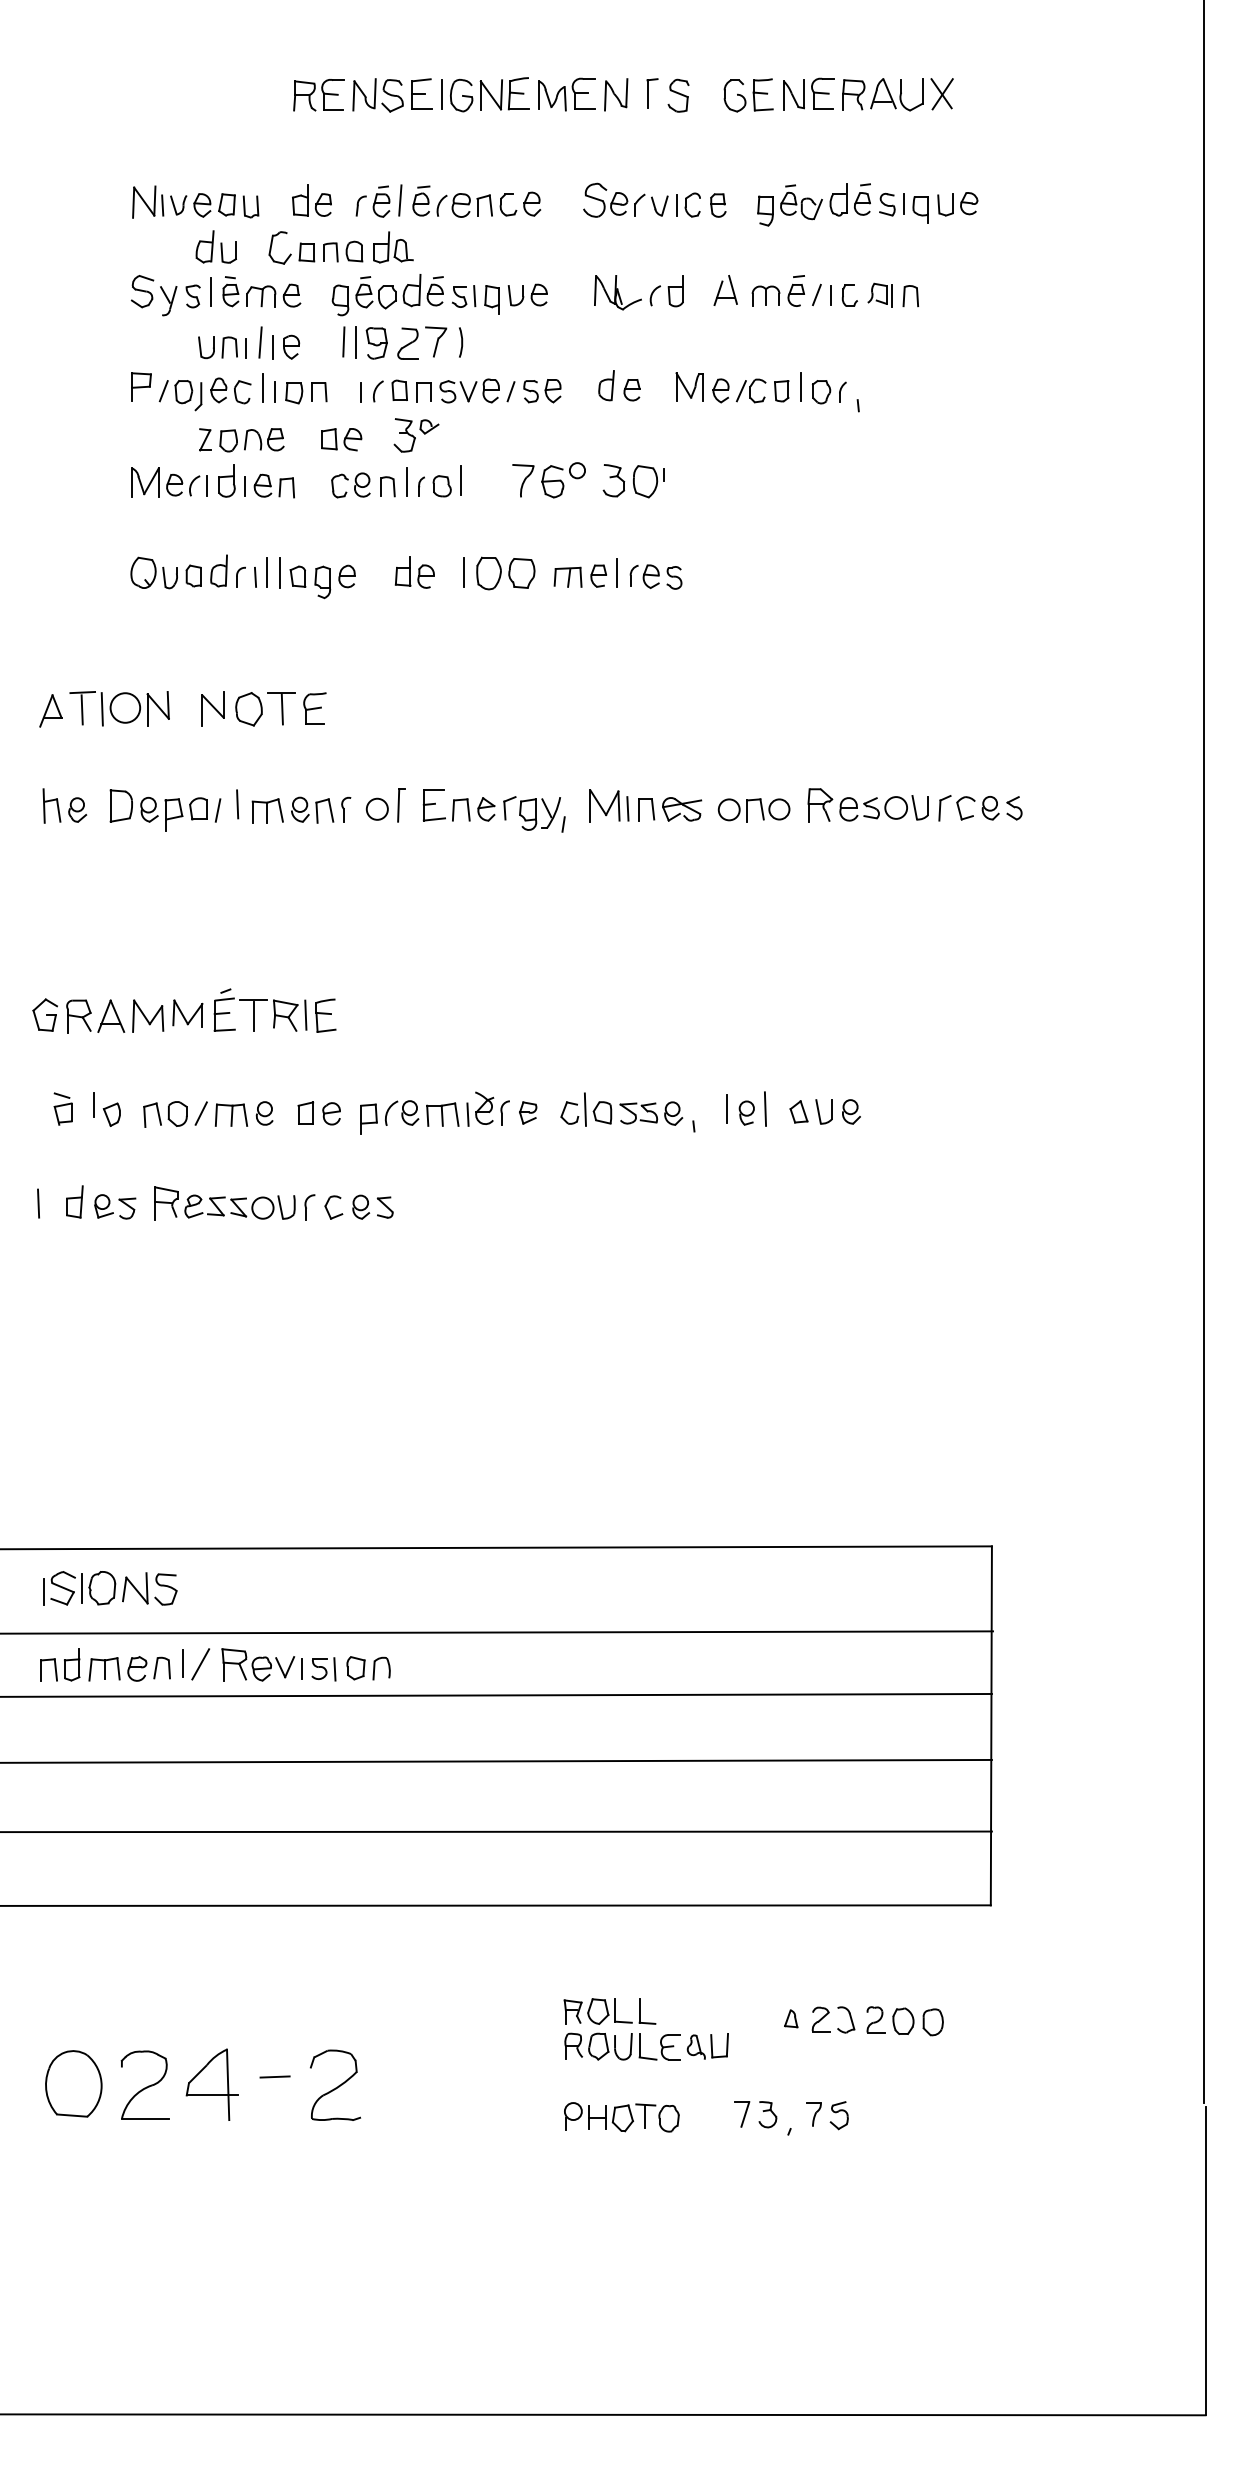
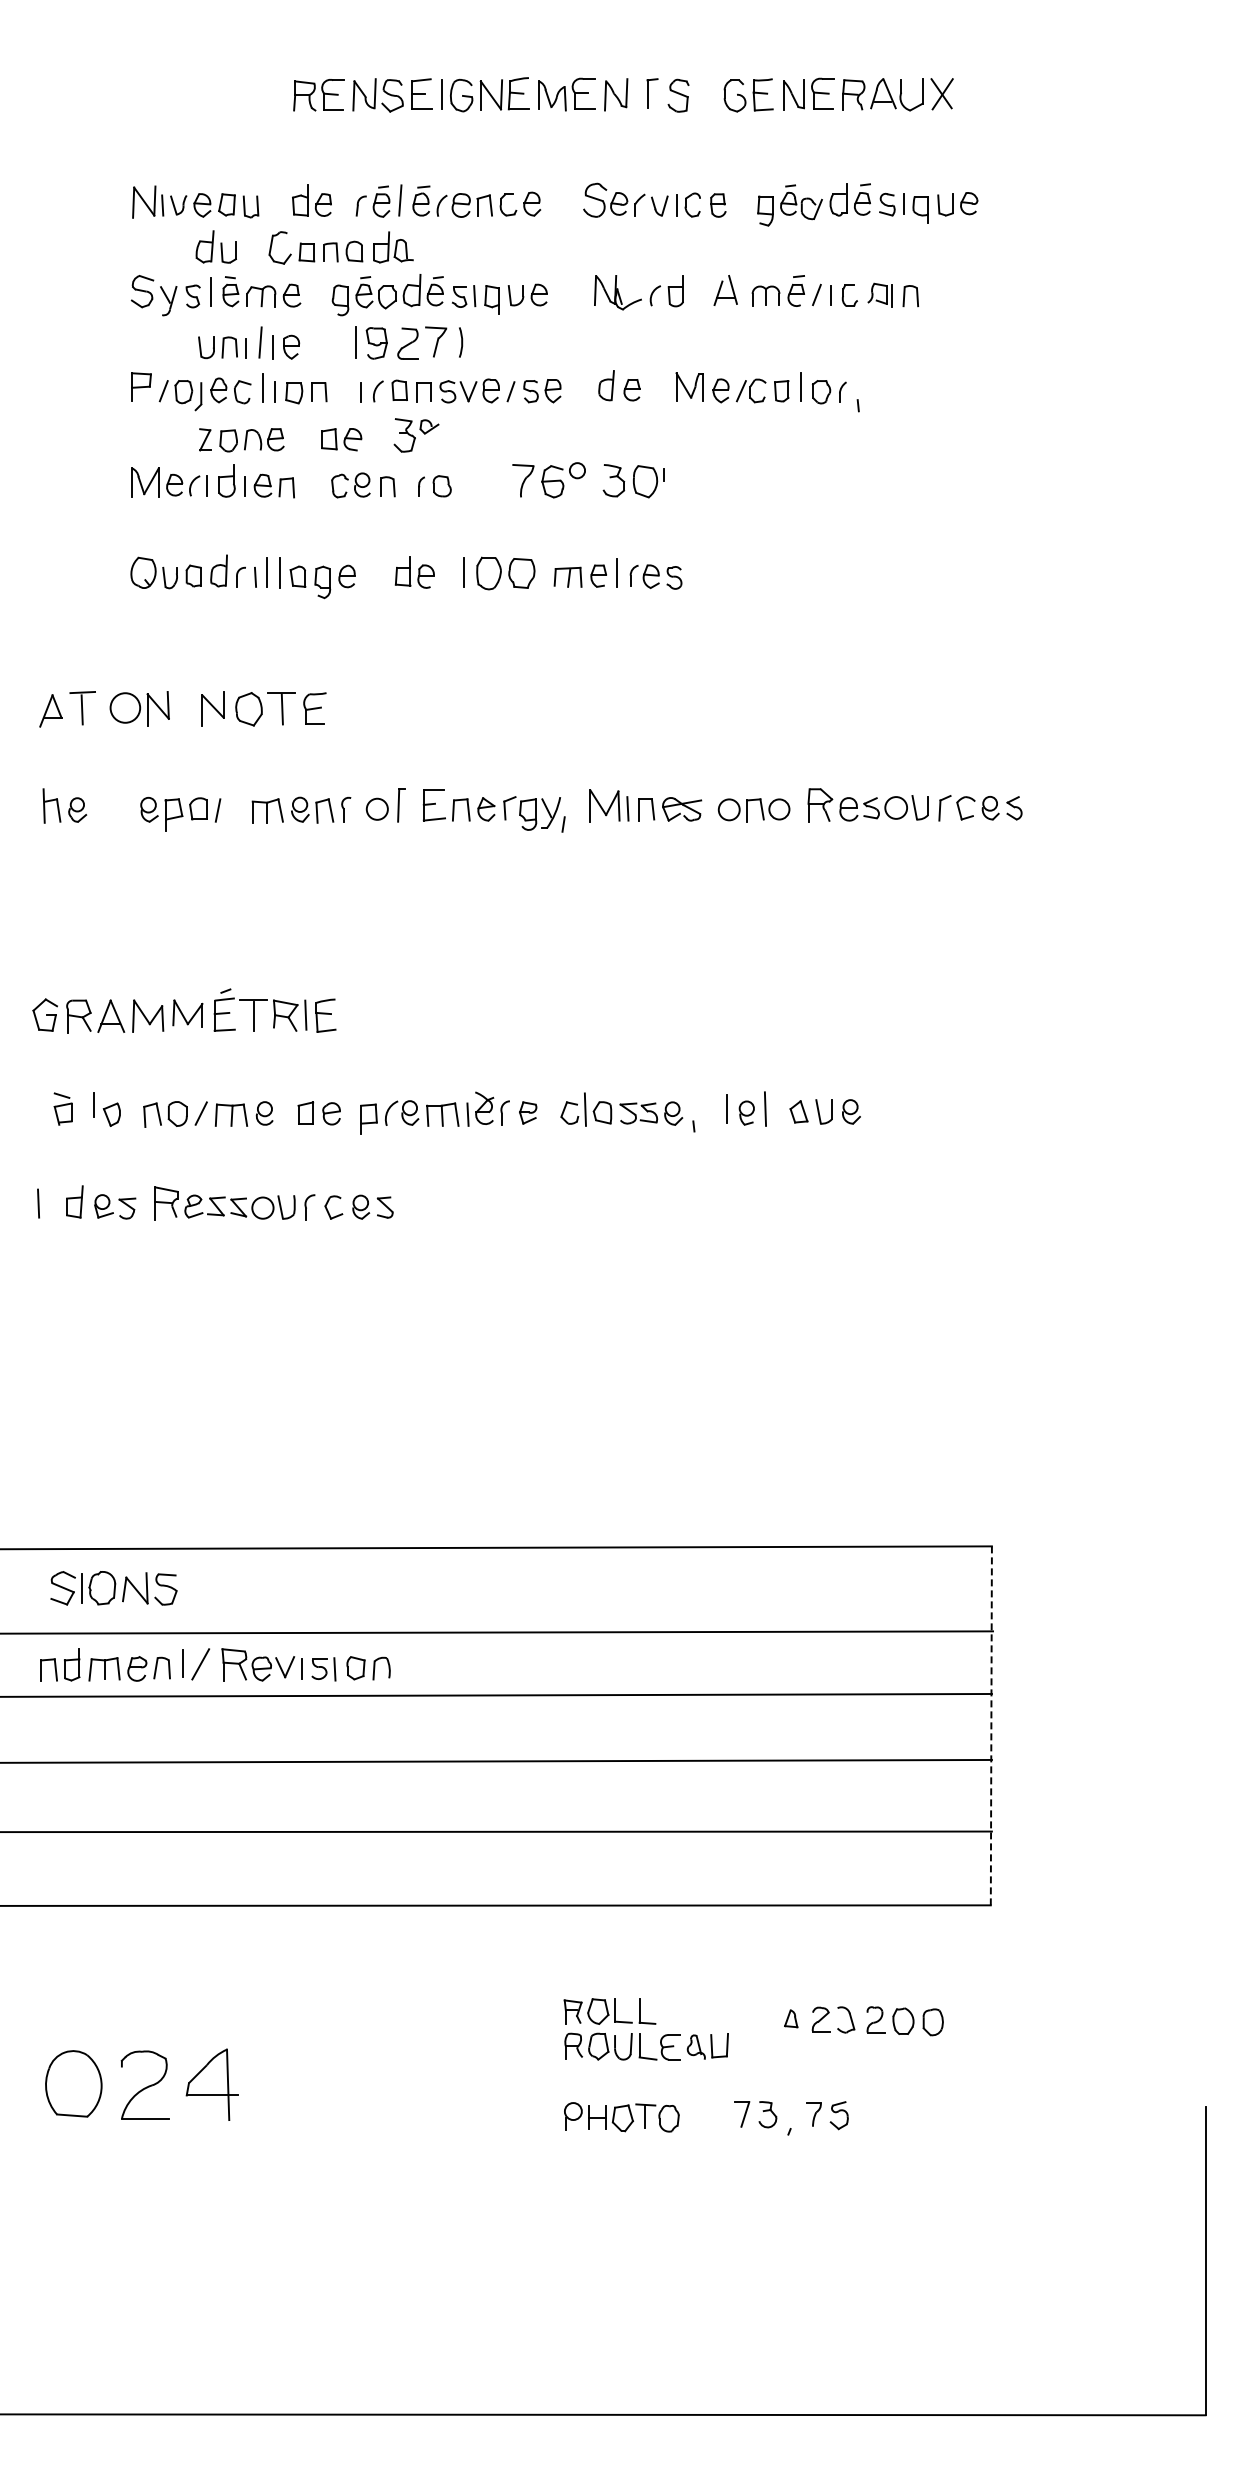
line at (343, 341): present -> none
line at (460, 480): present -> none
line at (407, 482): present -> none
line at (101, 709): present -> none
line at (237, 804): present -> none
part at (120, 805): present -> none
line at (1204, 1052): present -> none
line at (43, 1591): present -> none
line at (991, 1726): solid -> dashed
line at (274, 2076): present -> none
part at (335, 2084): present -> none
